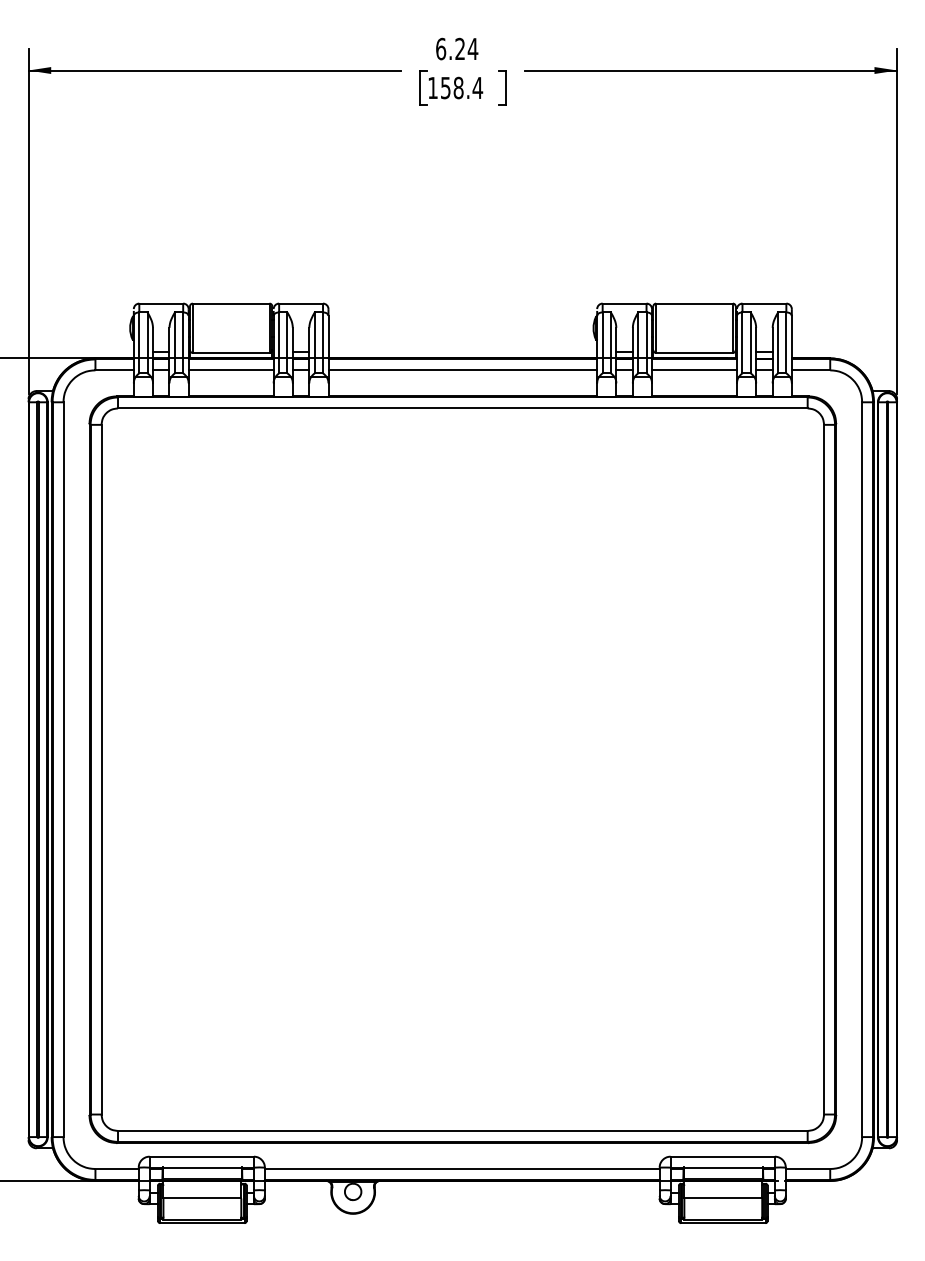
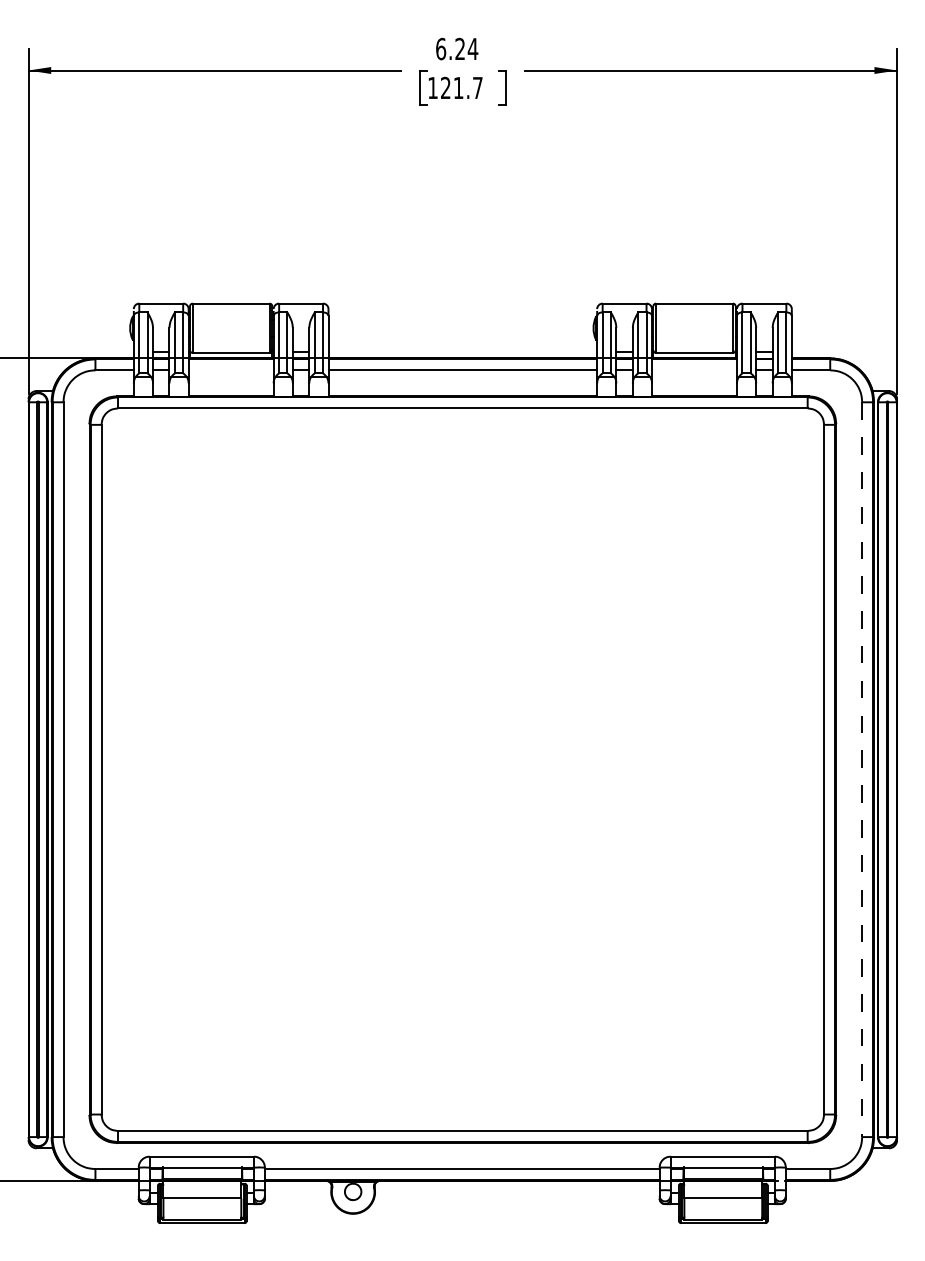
text at (462, 87): 158.4 -> 121.7
line at (230, 370): present -> none
line at (694, 370): present -> none
line at (862, 770): solid -> dashed
